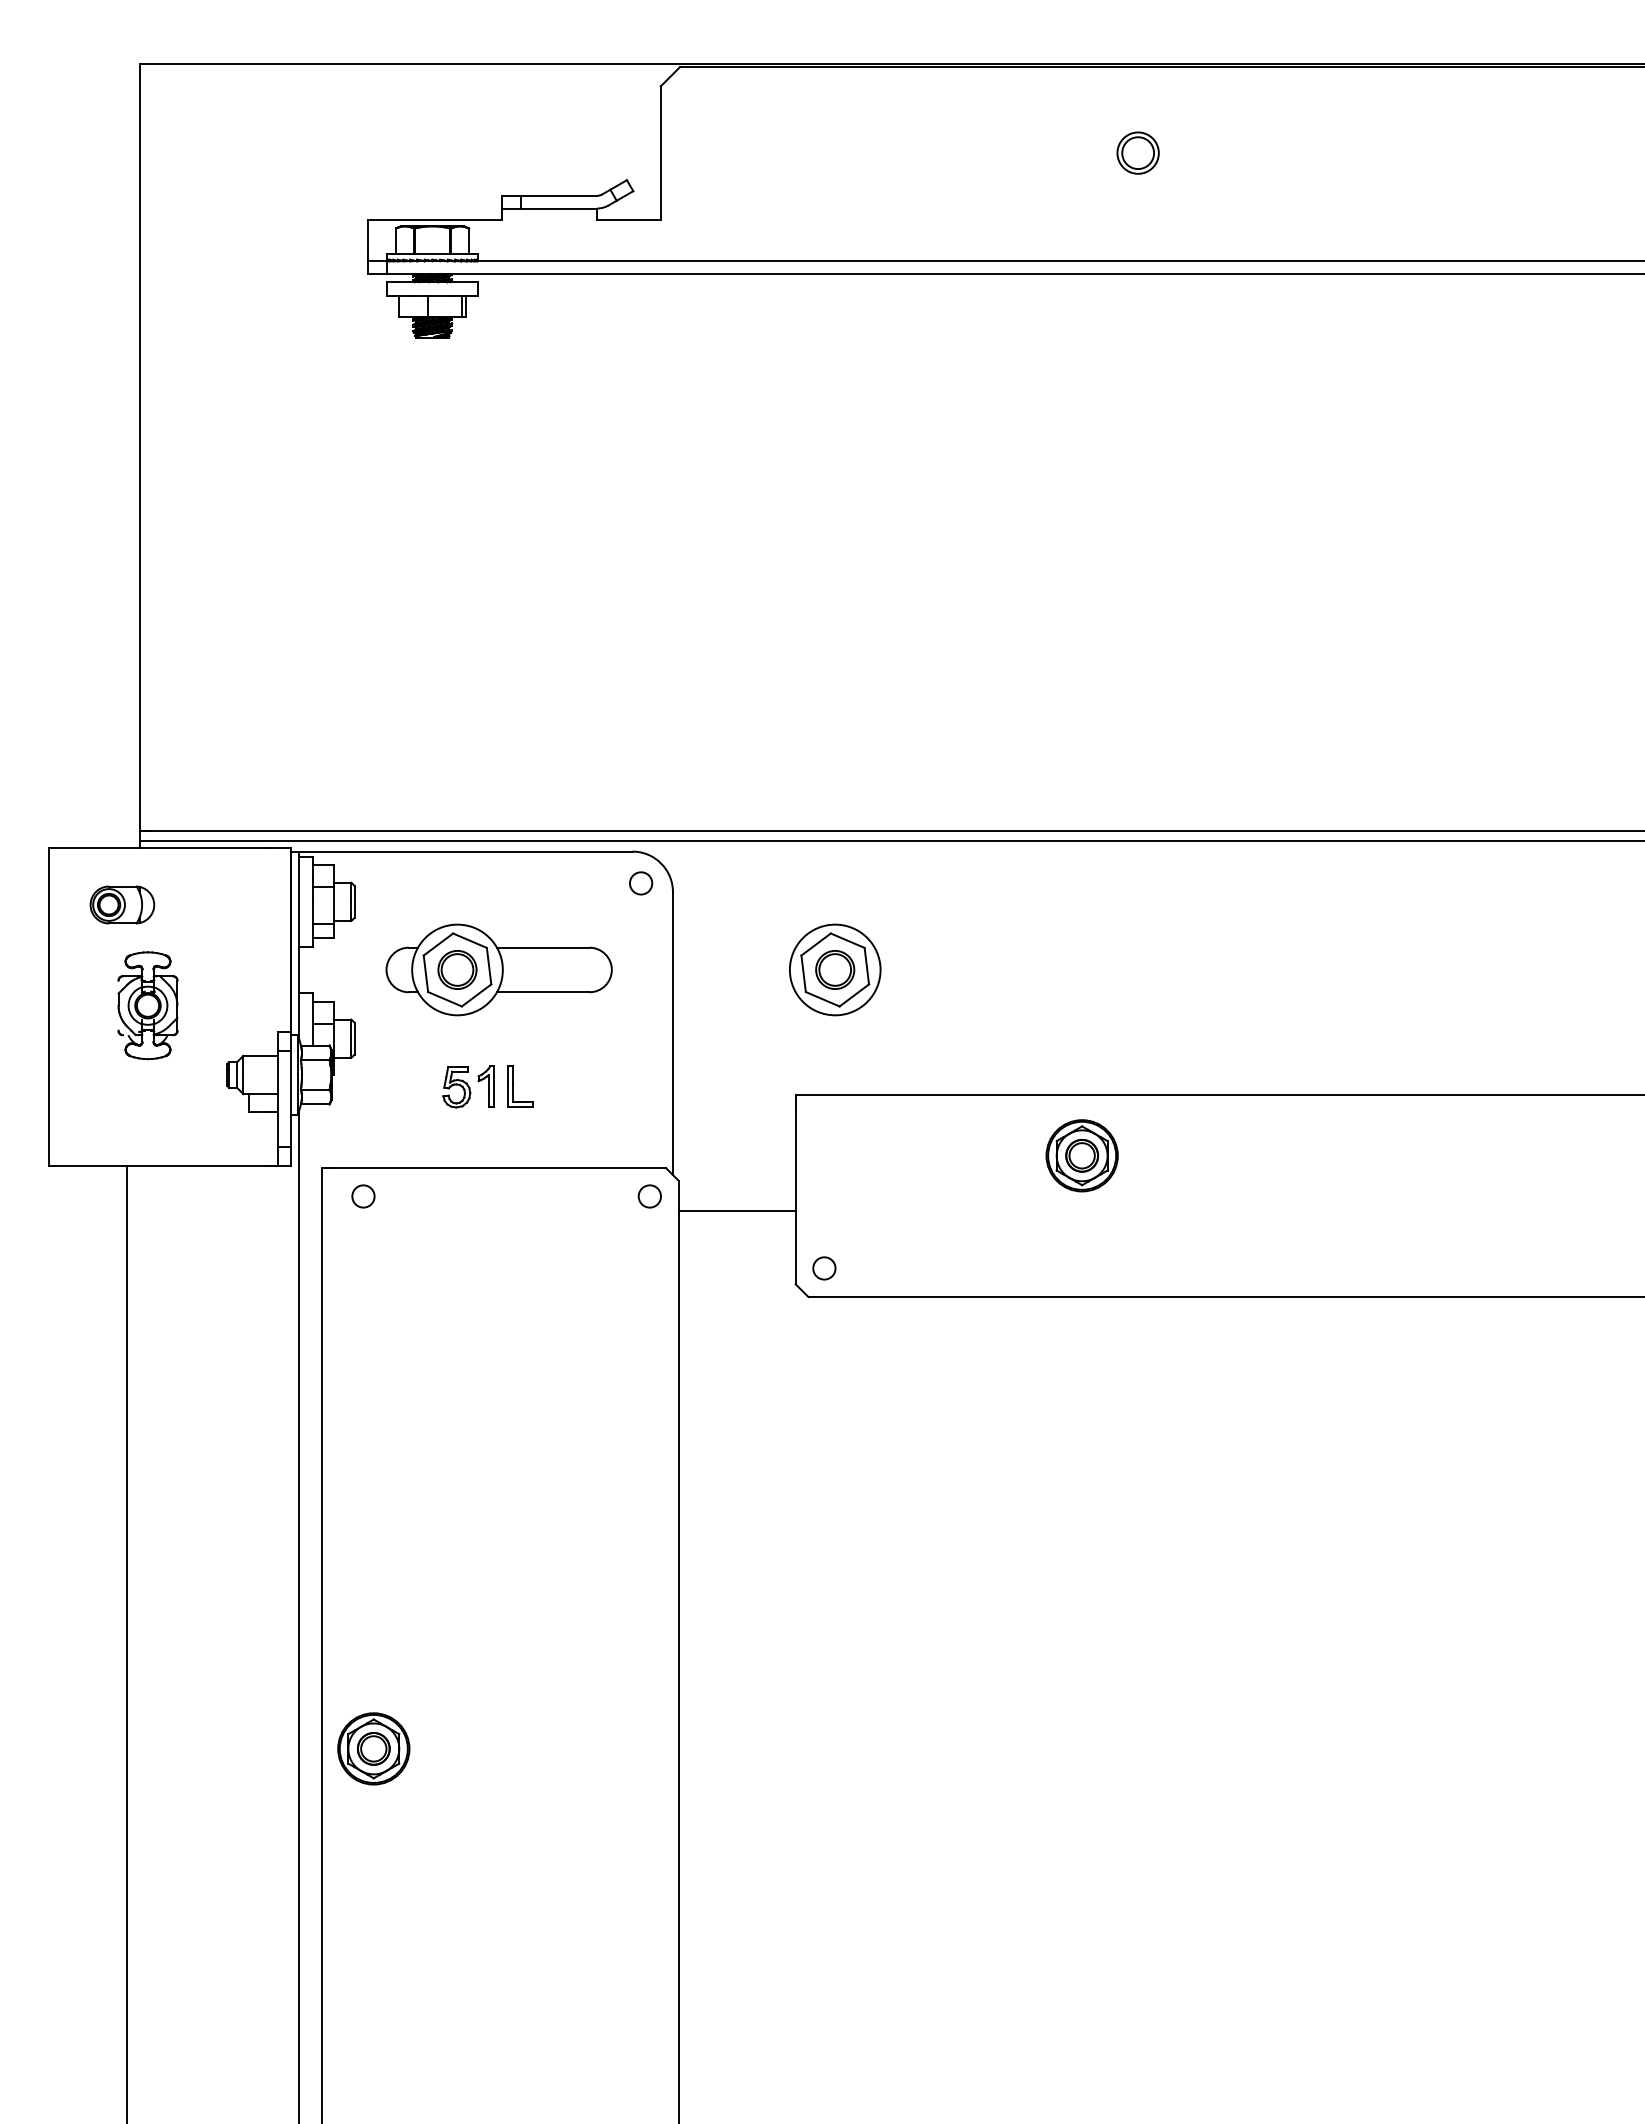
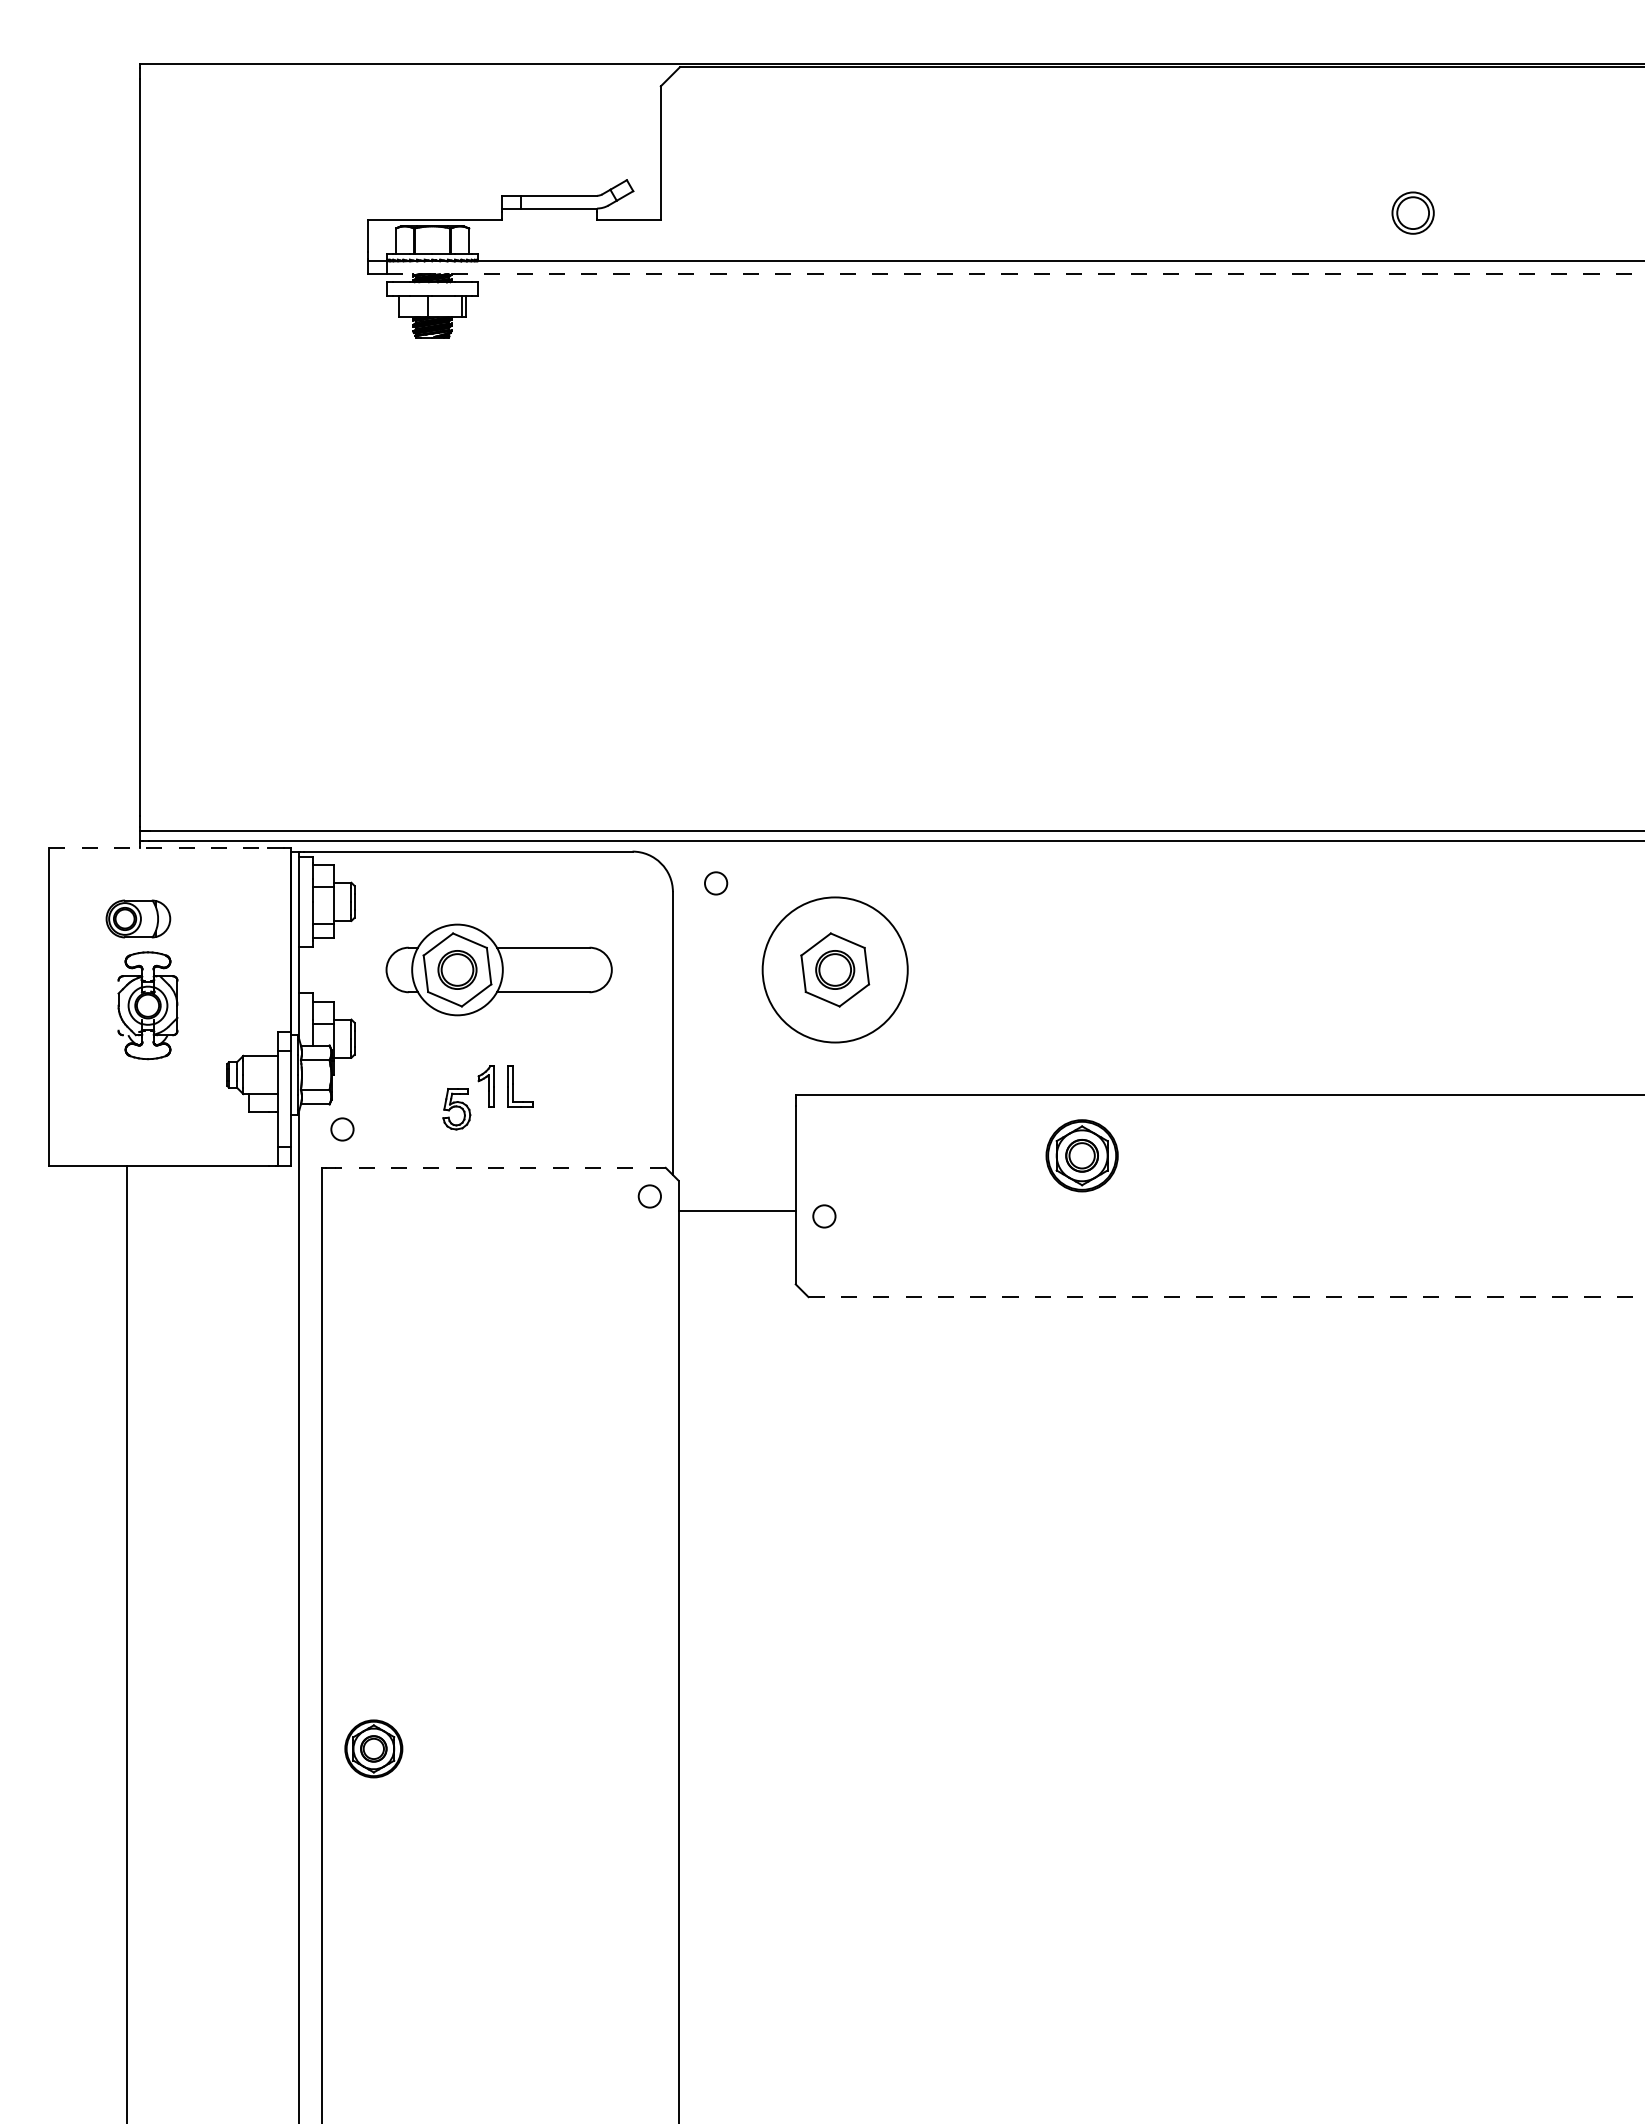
part at (1137, 152) position: (1137, 152) -> (1412, 212)
line at (1016, 274): solid -> dashed
line at (159, 847): solid -> dashed
circle at (641, 883) position: (641, 883) -> (716, 883)
part at (122, 904) position: (122, 904) -> (138, 918)
circle at (834, 969) diameter: 91 px -> 145 px
part at (456, 1087) position: (456, 1087) -> (456, 1109)
line at (499, 1167): solid -> dashed
circle at (363, 1196) position: (363, 1196) -> (342, 1129)
circle at (824, 1268) position: (824, 1268) -> (824, 1216)
line at (1226, 1297): solid -> dashed
part at (373, 1748) size: 74x74 px -> 60x60 px
